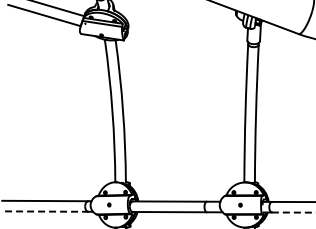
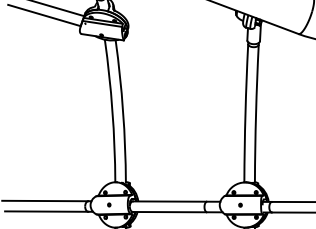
line at (46, 211): dashed -> solid
line at (293, 212): dashed -> solid
